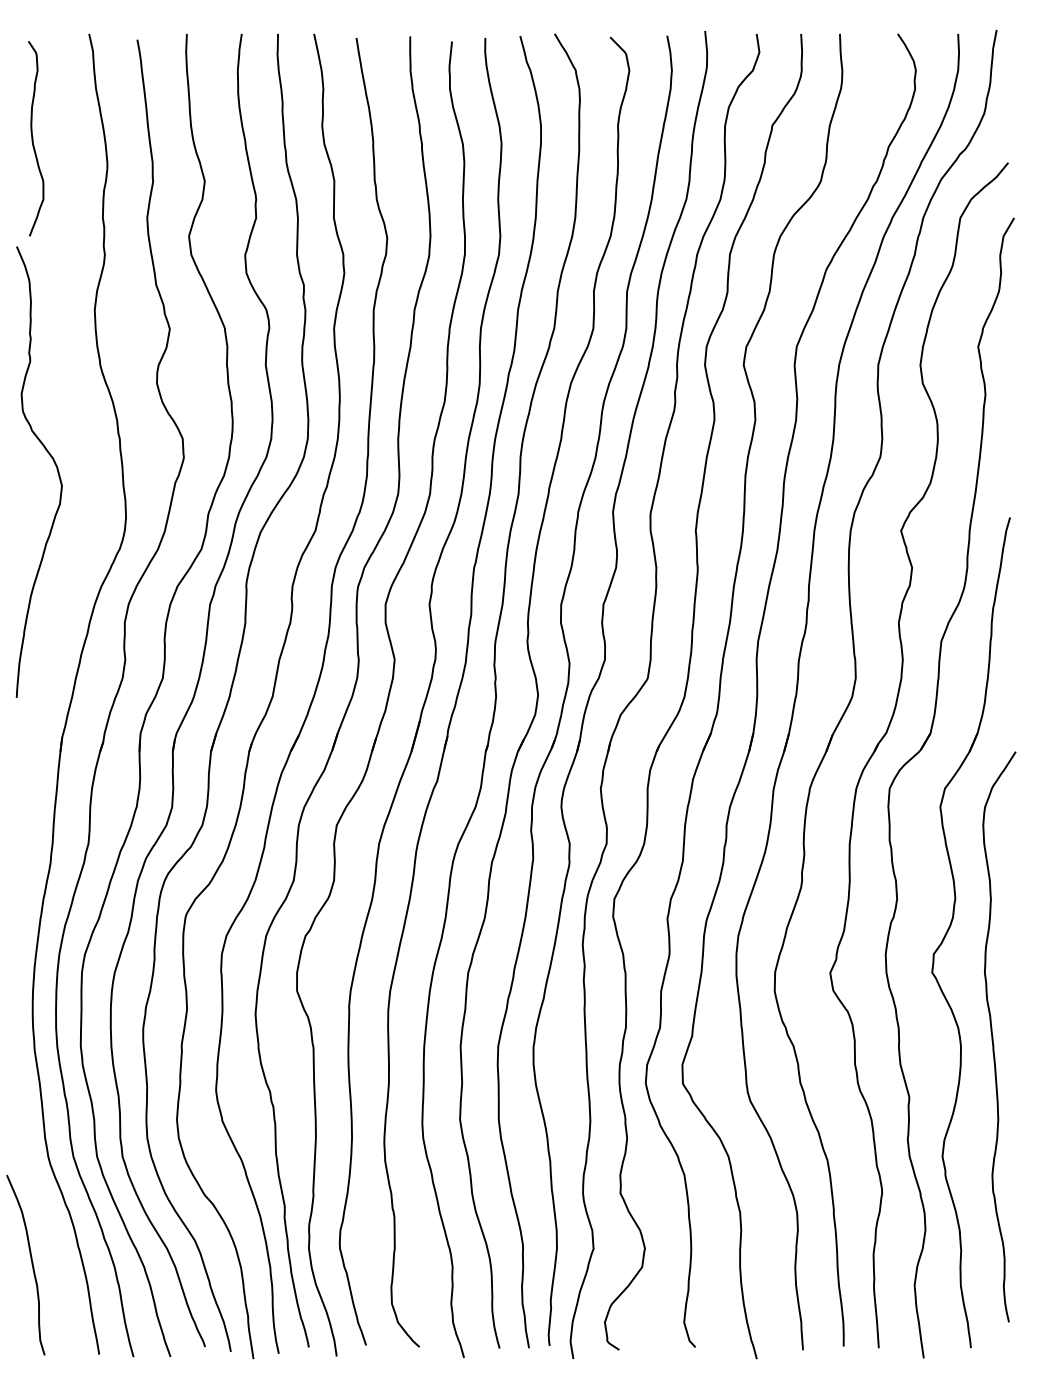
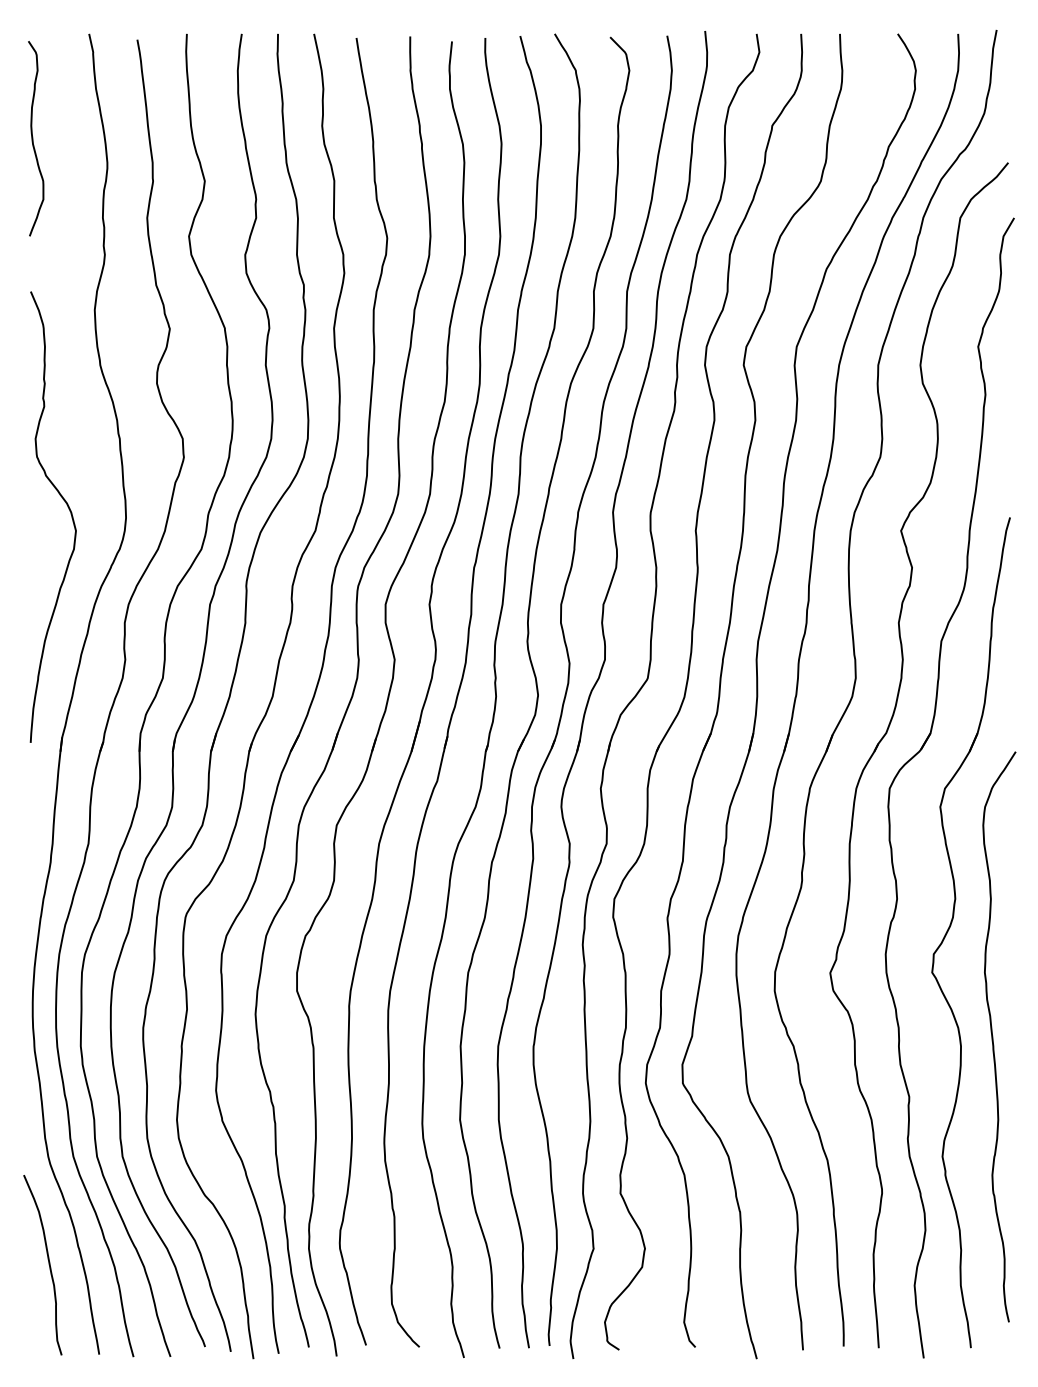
curve at (54, 464) position: (54, 464) -> (68, 509)
curve at (31, 1264) position: (31, 1264) -> (48, 1264)
